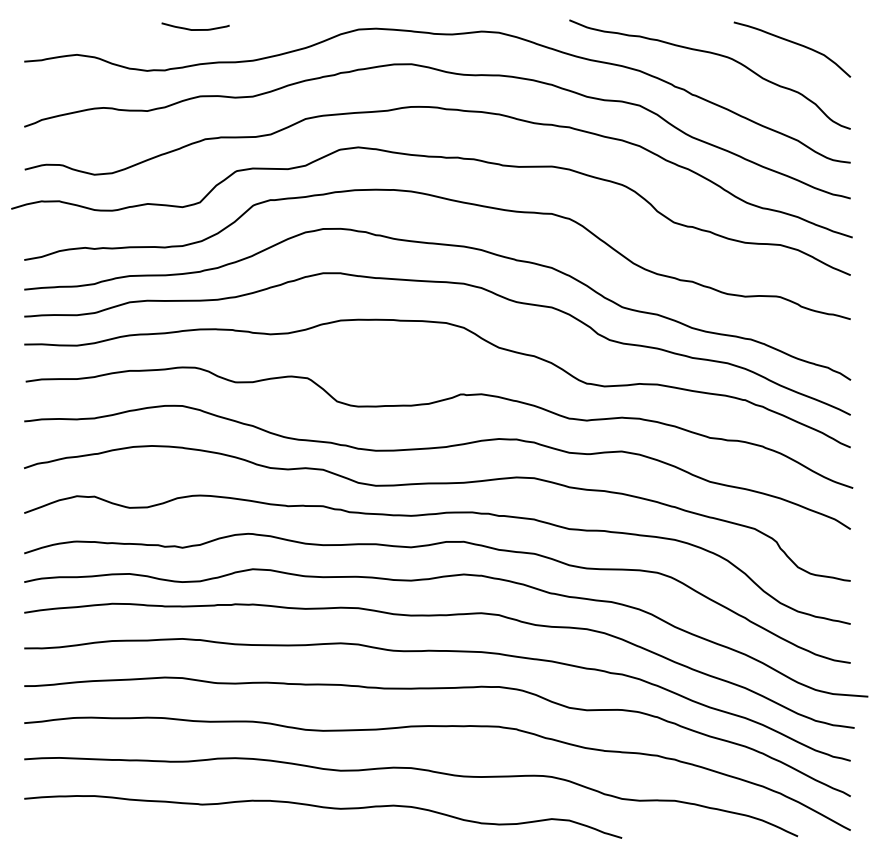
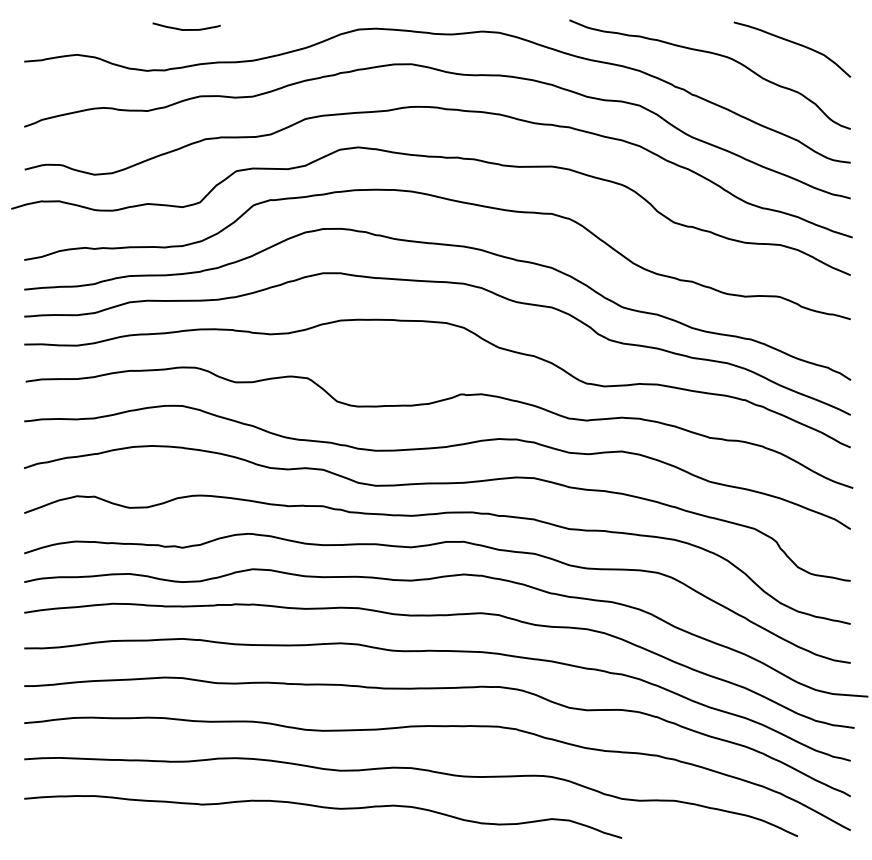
curve at (195, 29) position: (195, 29) -> (186, 29)
